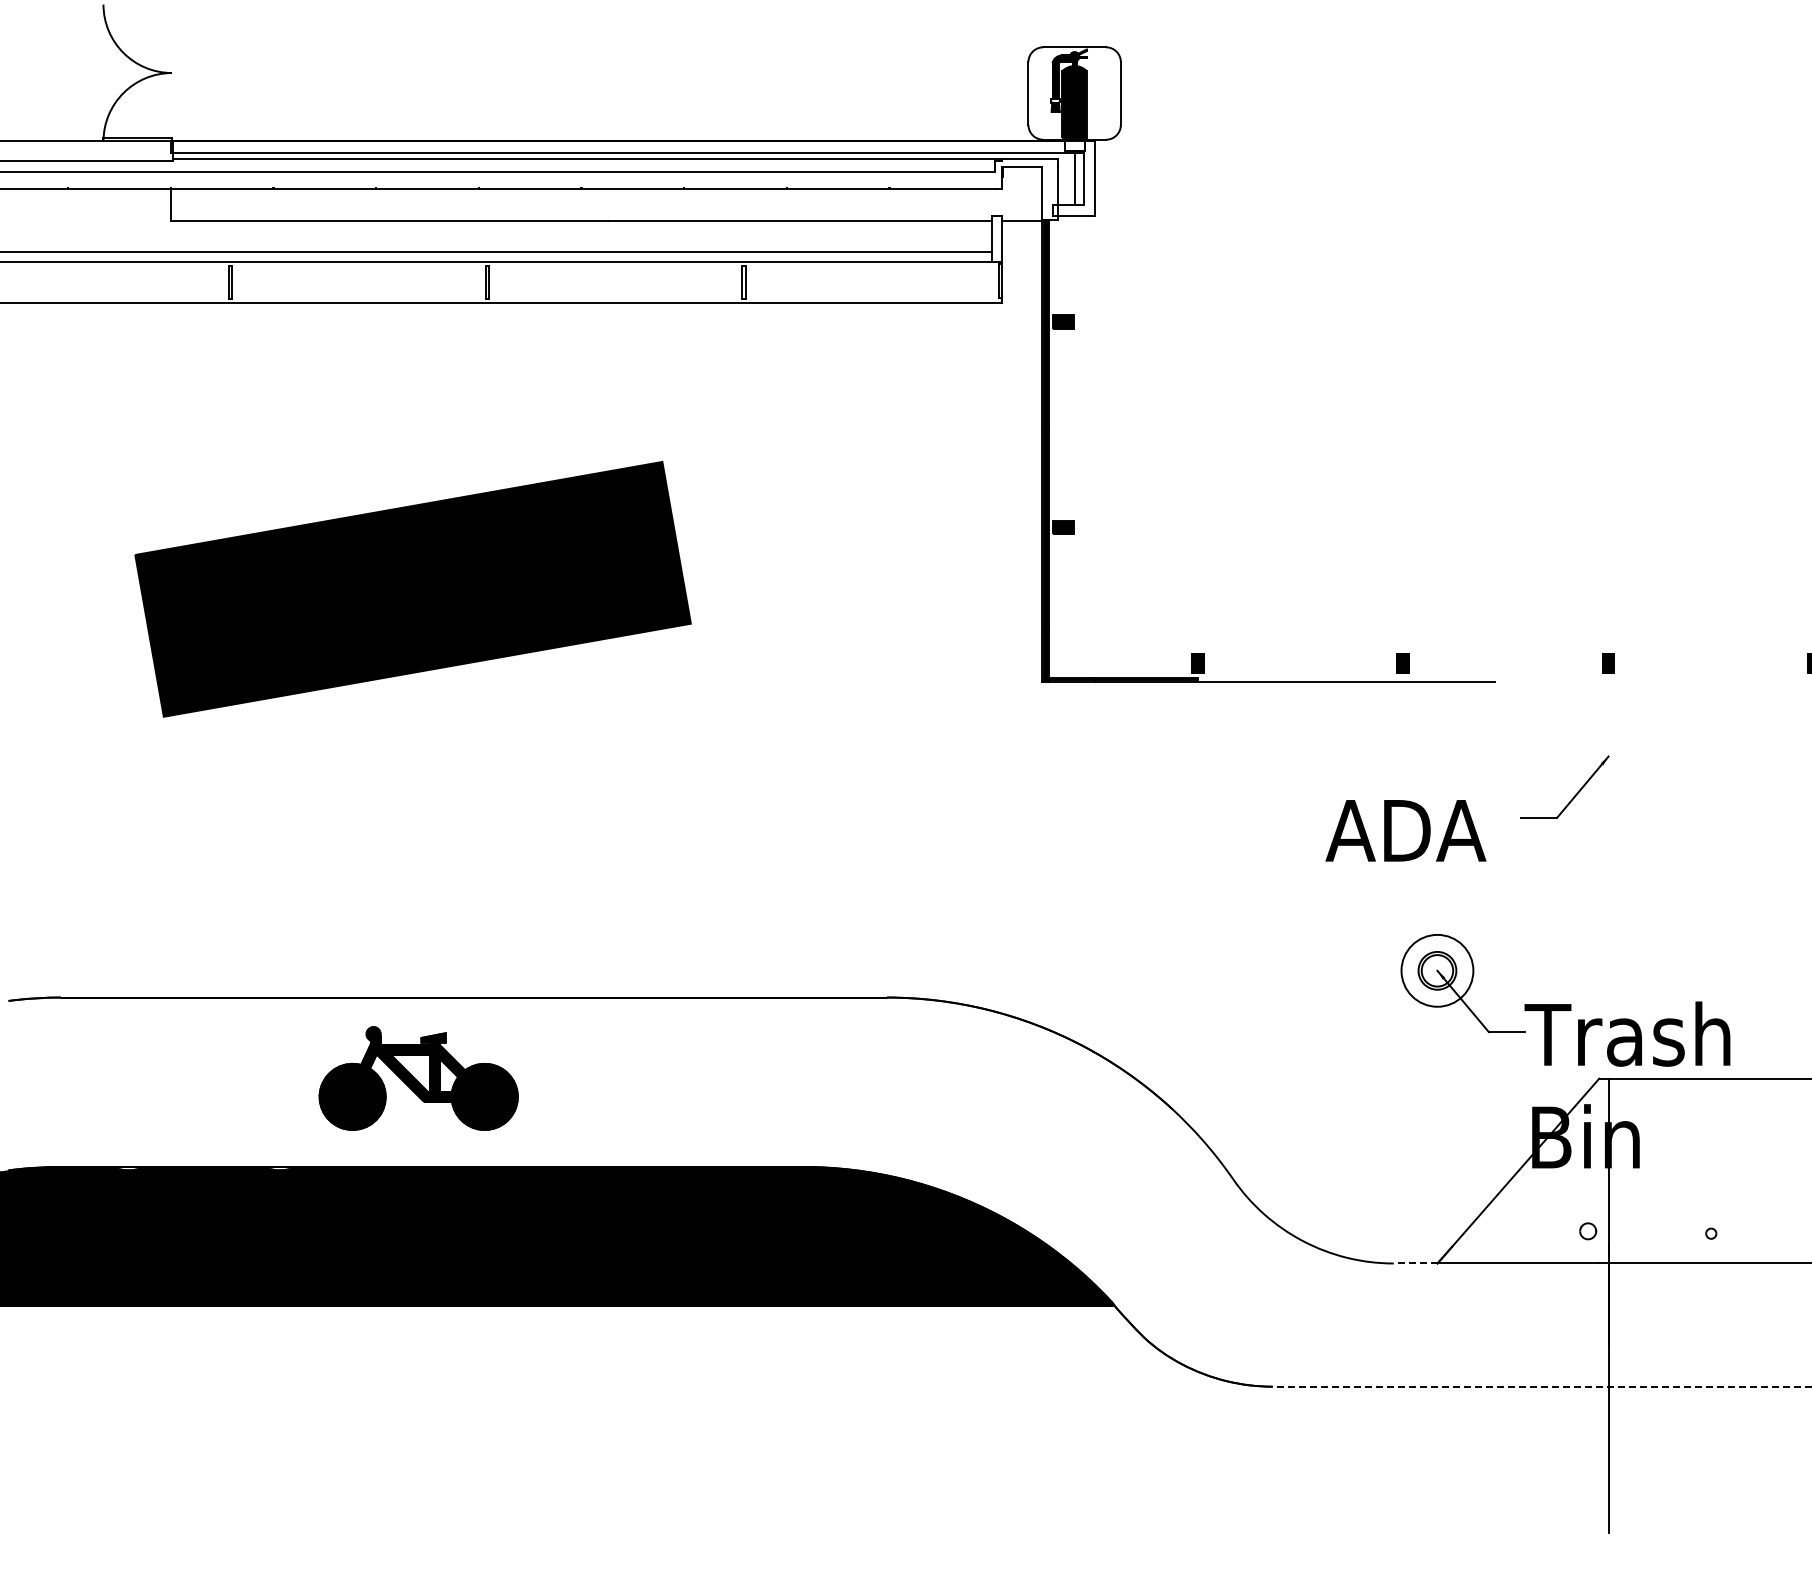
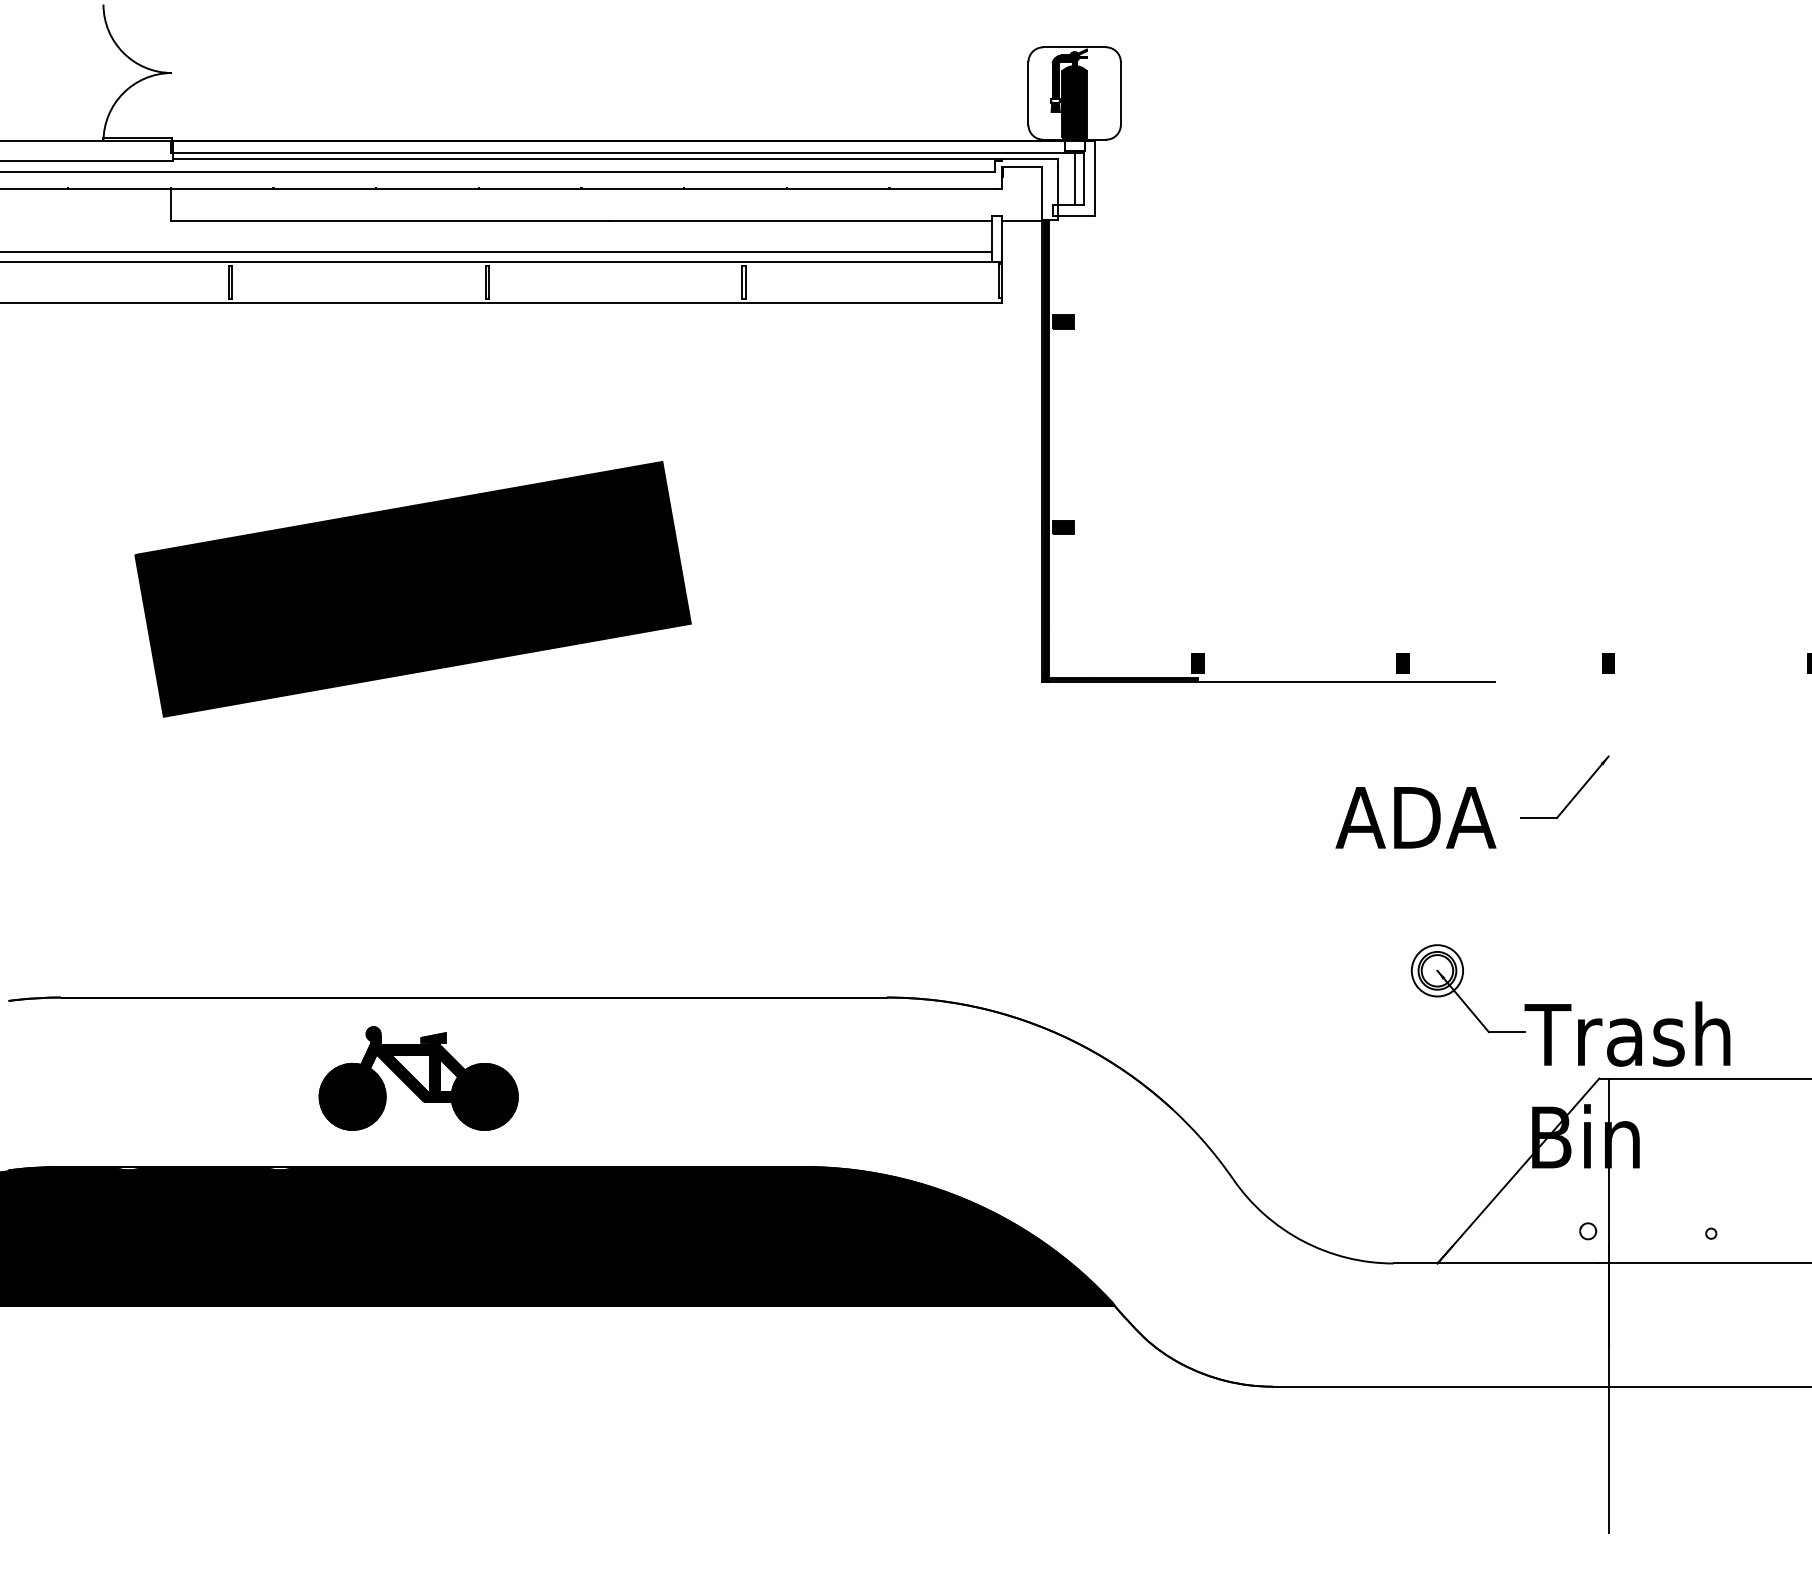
text at (1405, 830) position: (1405, 830) -> (1415, 817)
circle at (1437, 970) diameter: 72 px -> 51 px
line at (1415, 1263): dashed -> solid
line at (1541, 1386): dashed -> solid
